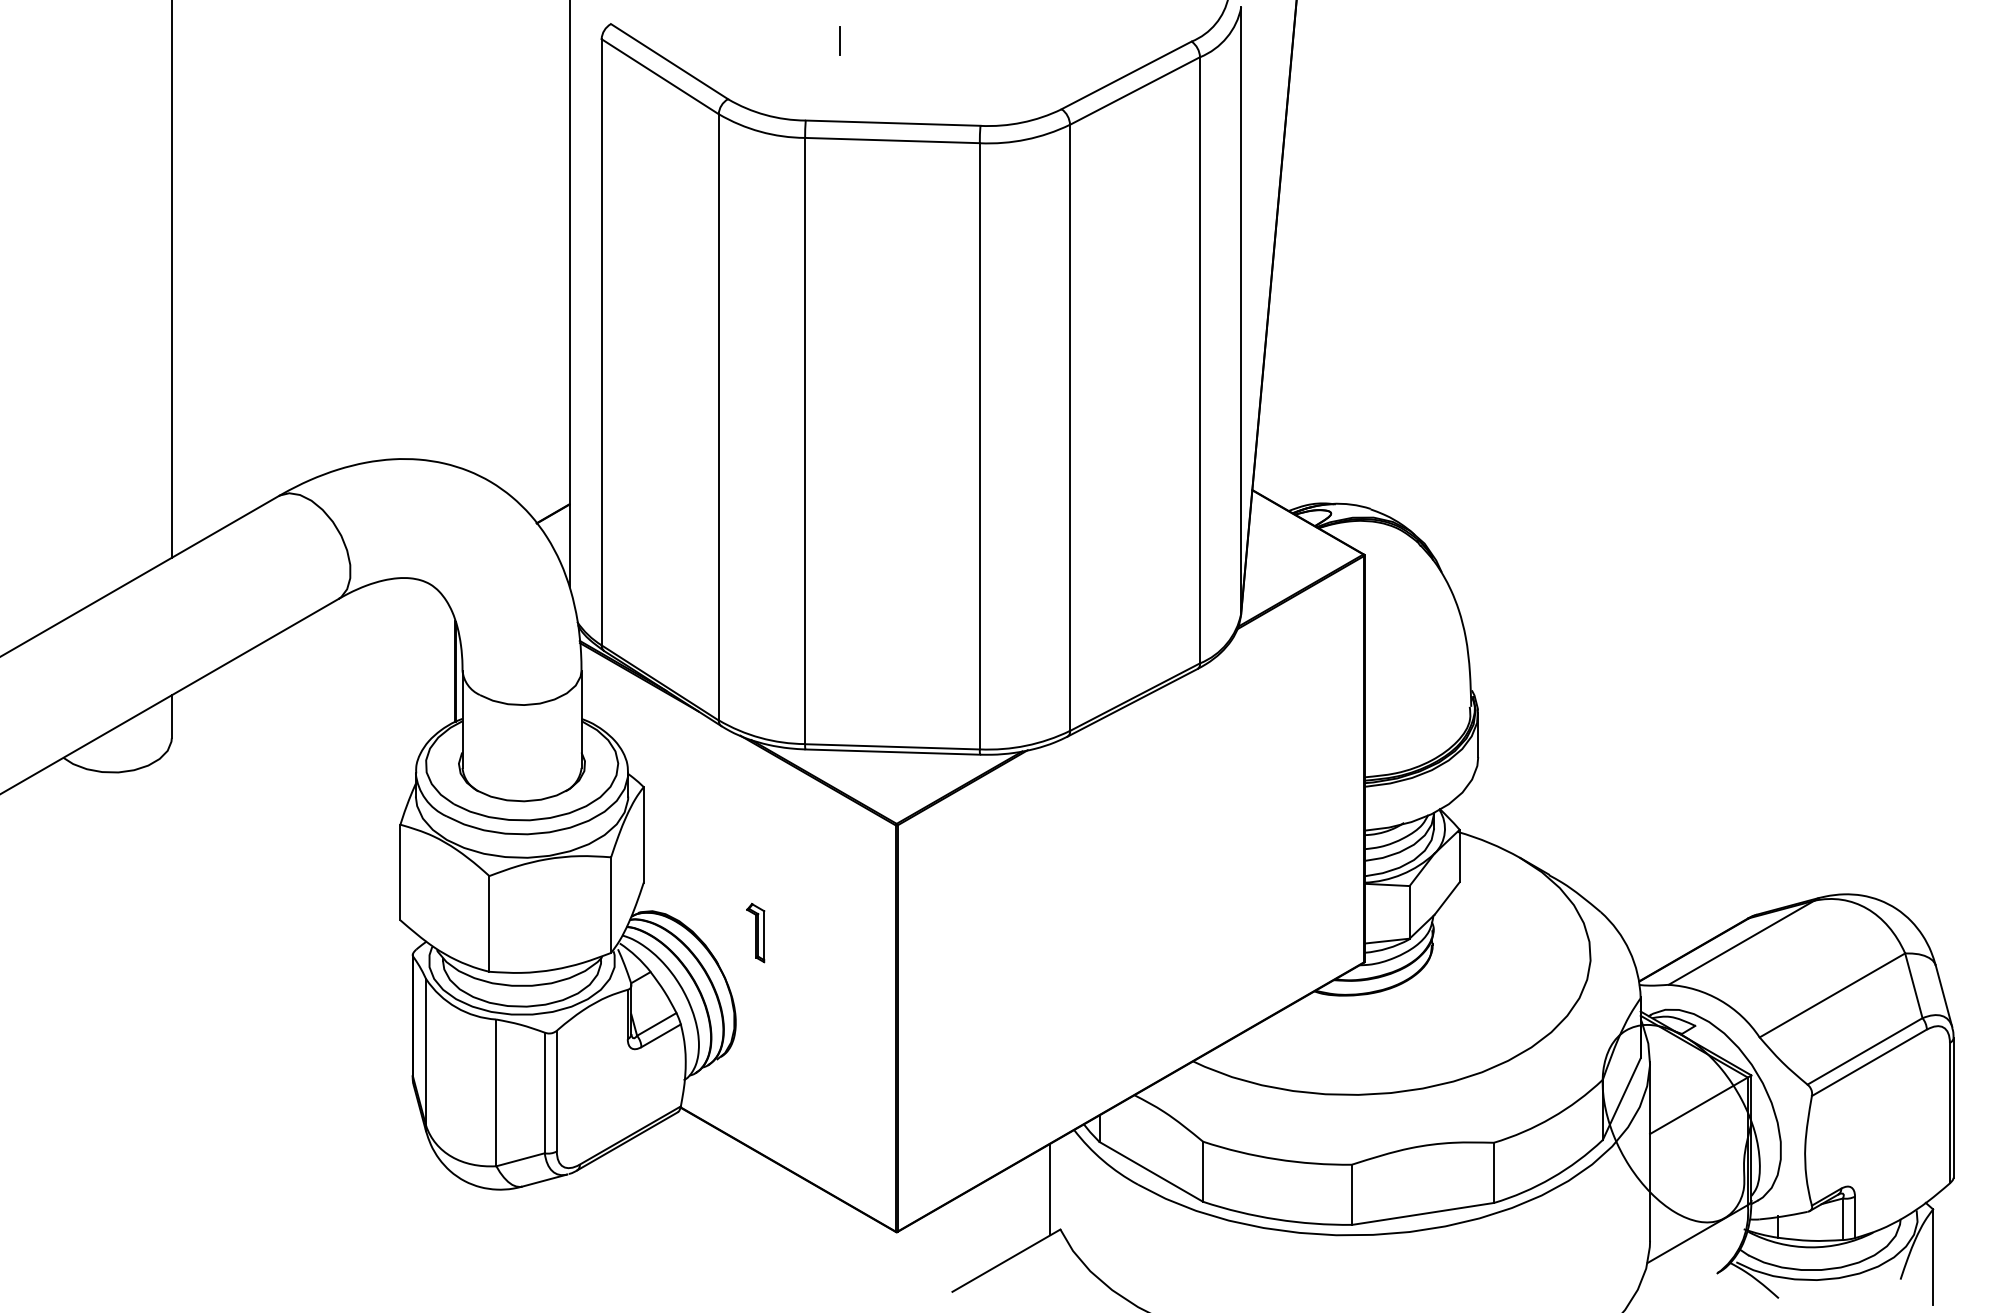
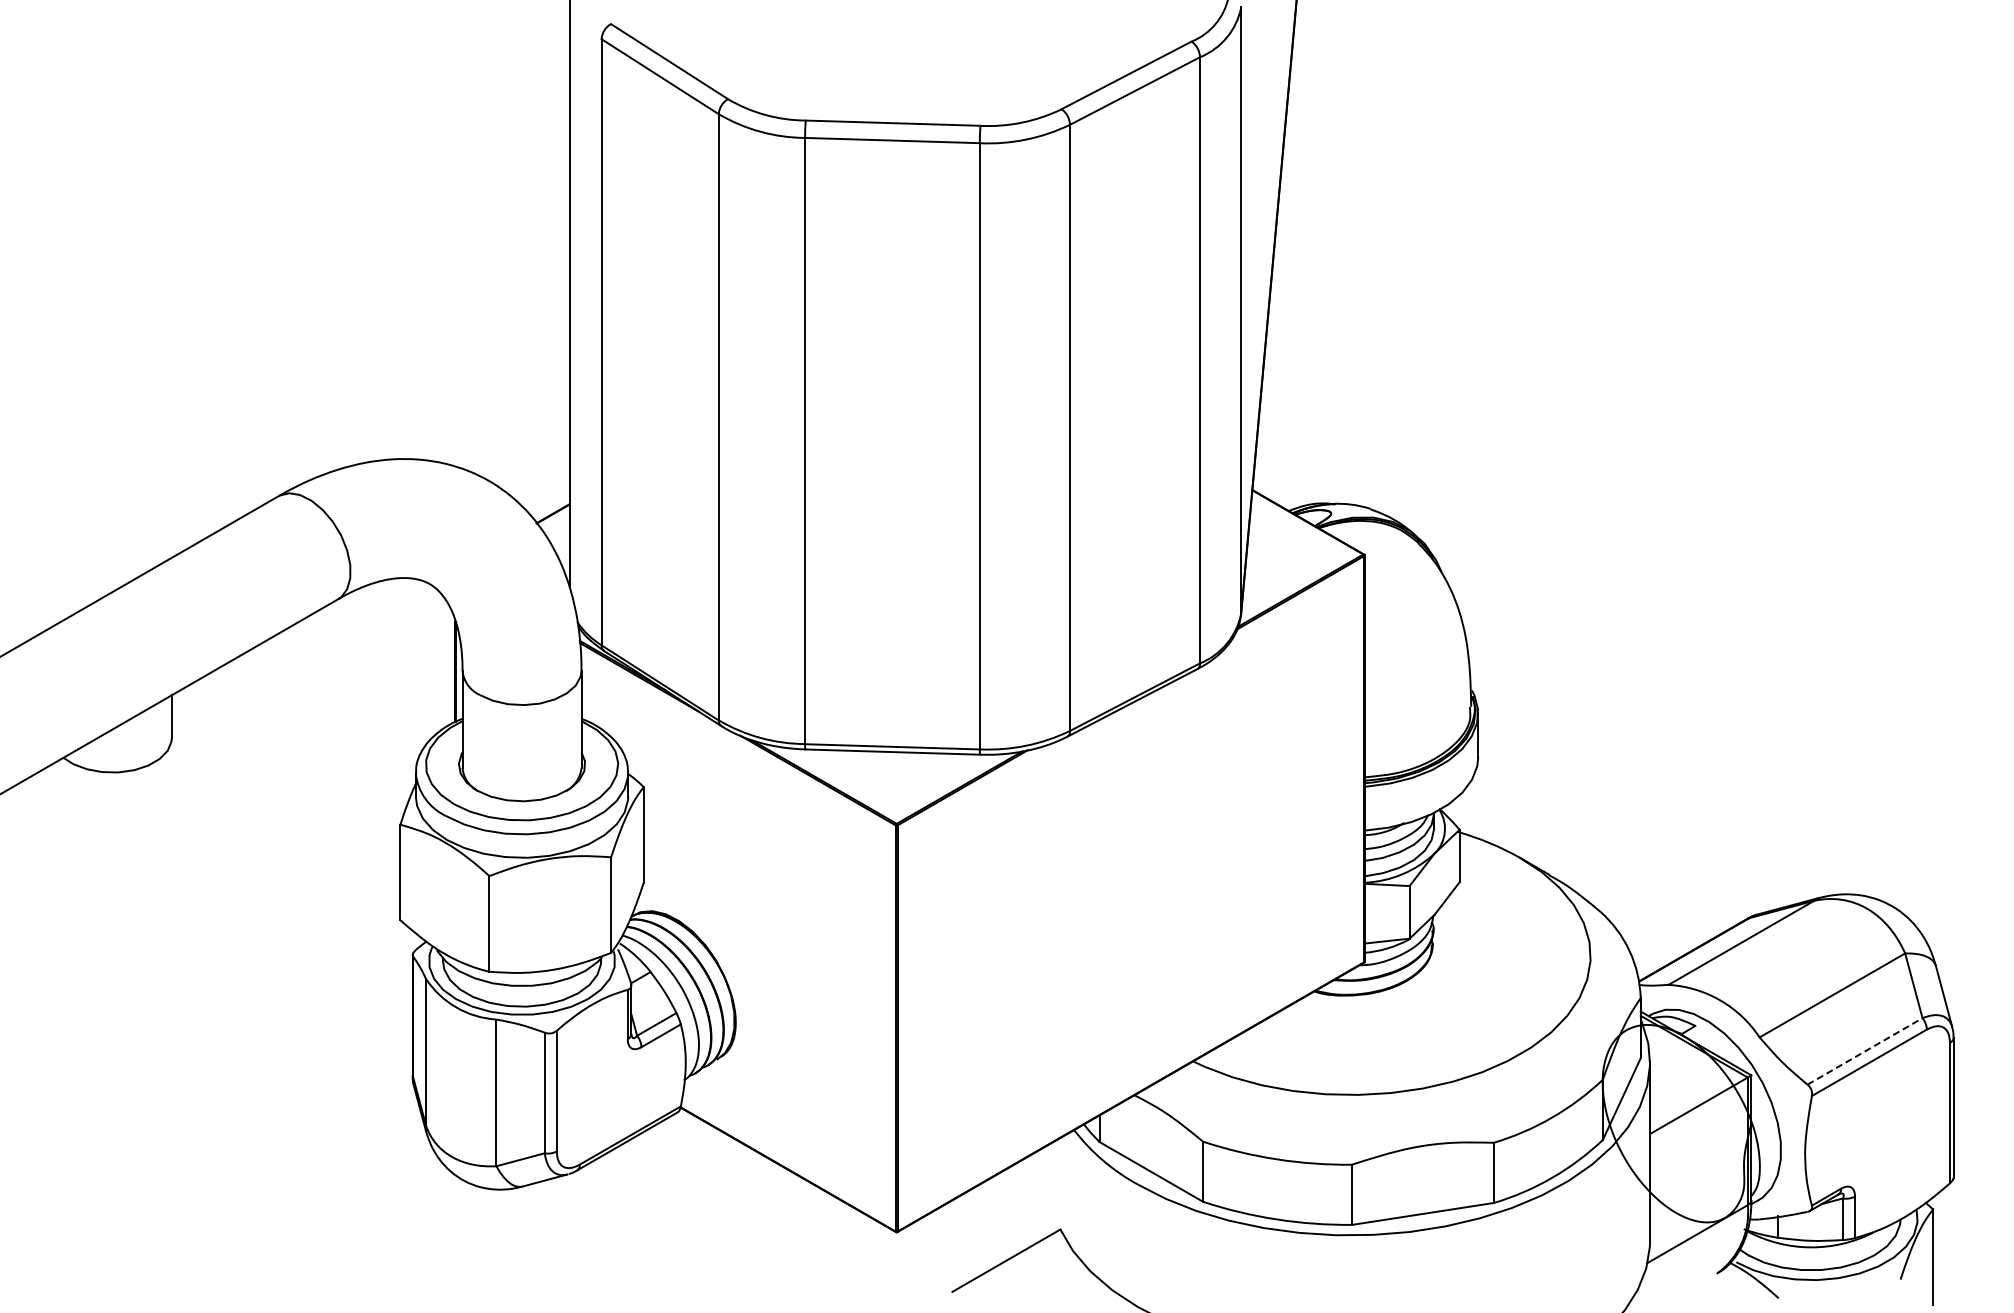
line at (840, 40): present -> none
line at (171, 279): present -> none
part at (755, 932): present -> none
line at (1865, 1051): solid -> dashed
line at (1050, 1189): present -> none
